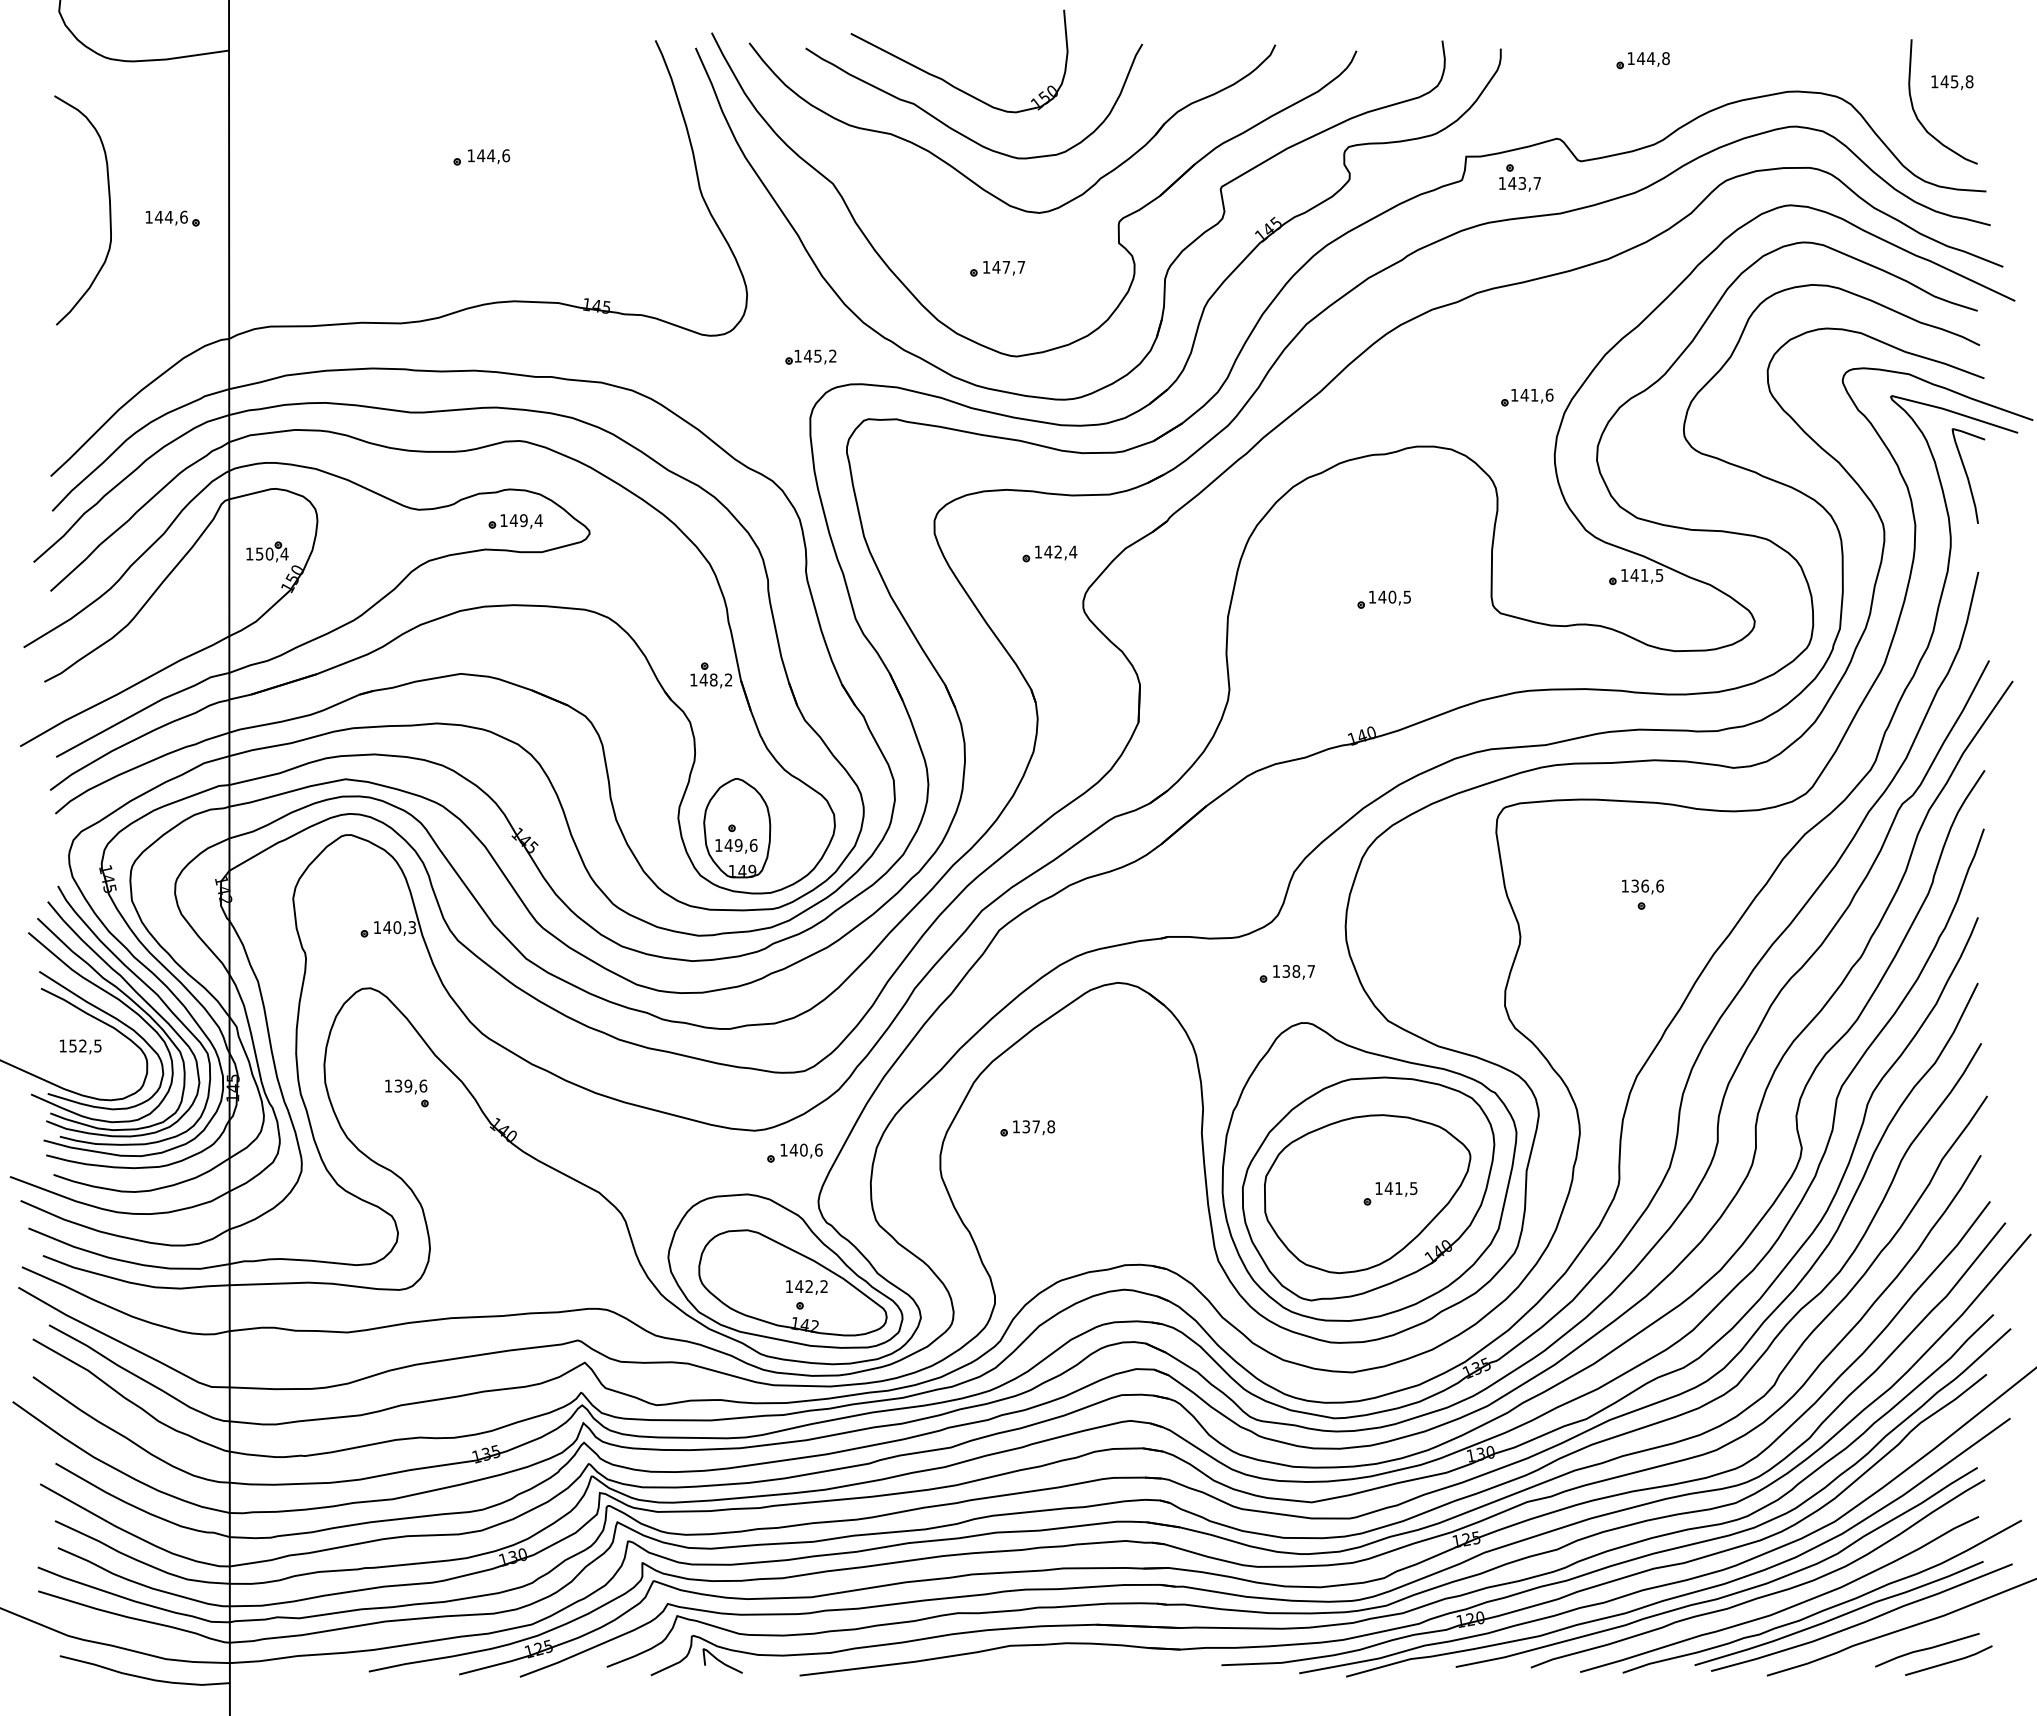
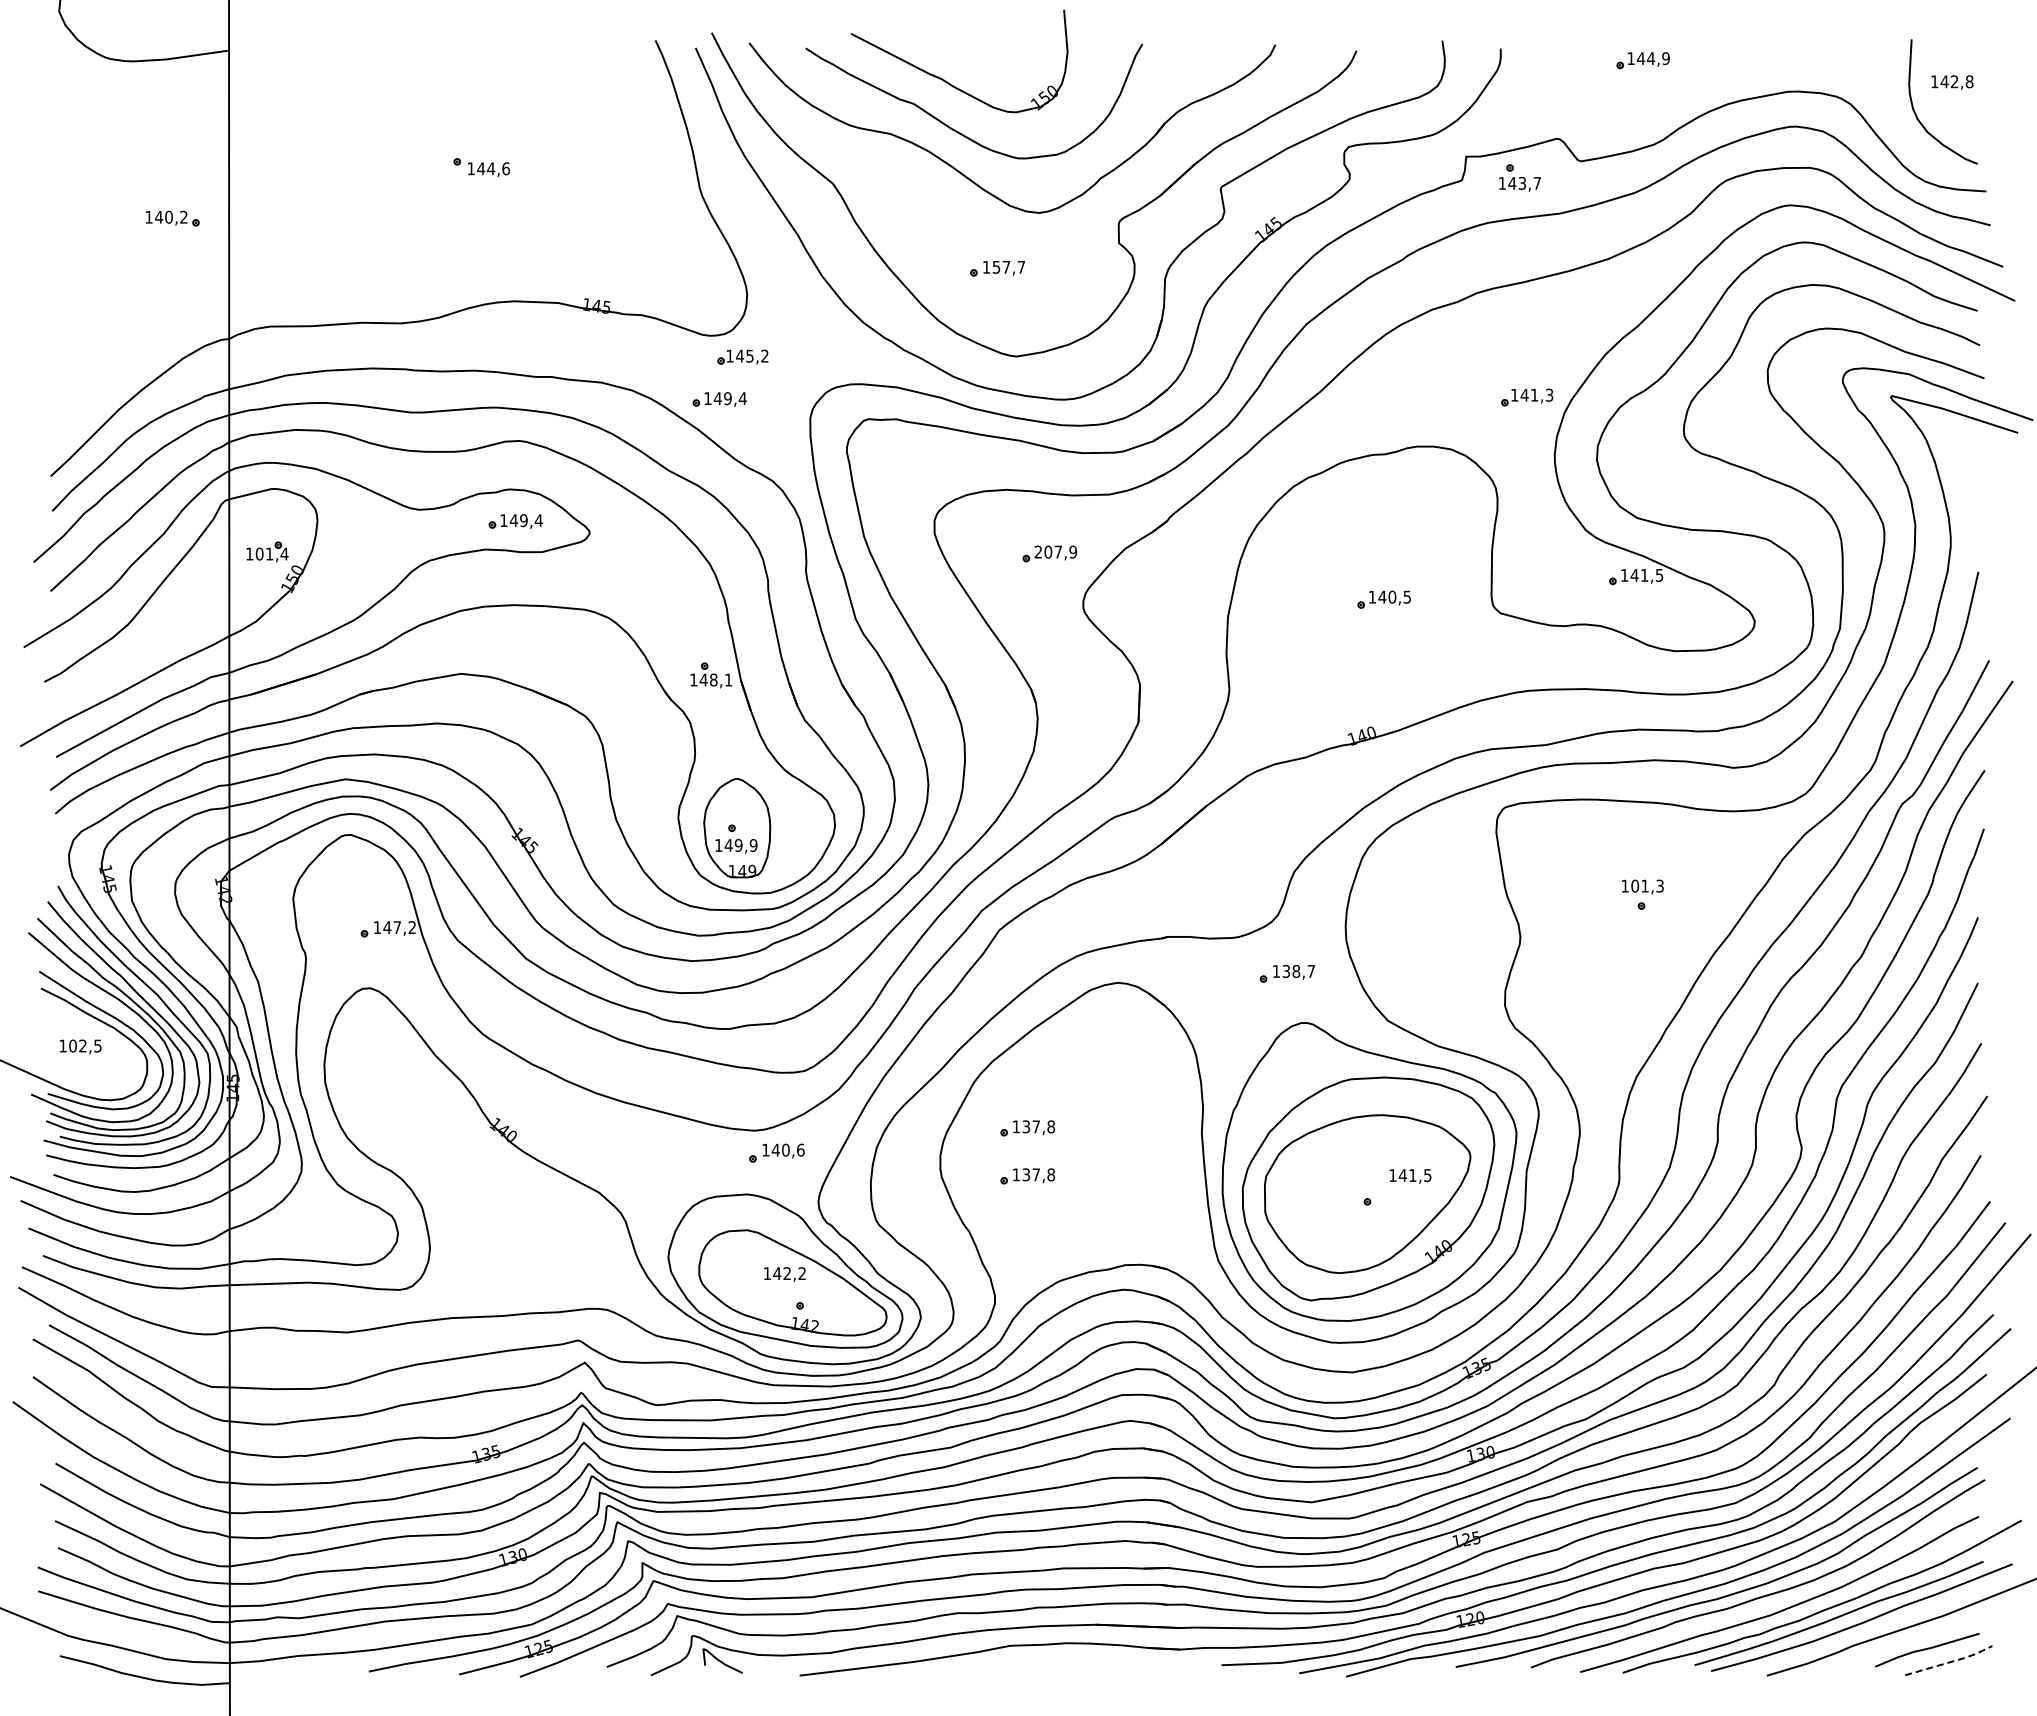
text at (1665, 58): 144,8 -> 144,9
text at (1954, 81): 145,8 -> 142,8
text at (489, 156) position: (489, 156) -> (489, 169)
curve at (109, 210): present -> none
text at (175, 216): 144,6 -> 140,2
text at (996, 267): 147,7 -> 157,7
part at (810, 356) position: (810, 356) -> (742, 356)
text at (1549, 394): 141,6 -> 141,3
part at (719, 399): none -> present
curve at (1967, 475): present -> none
text at (1055, 551): 142,4 -> 207,9
text at (264, 553): 150,4 -> 101,4
text at (728, 679): 148,2 -> 148,1
text at (753, 845): 149,6 -> 149,9
text at (1647, 885): 136,6 -> 101,3
text at (404, 927): 140,3 -> 147,2
text at (72, 1045): 152,5 -> 102,5
part at (406, 1093): present -> none
part at (794, 1152) position: (794, 1152) -> (776, 1152)
part at (1027, 1176): none -> present
text at (1396, 1189) position: (1396, 1189) -> (1410, 1176)
text at (806, 1287) position: (806, 1287) -> (784, 1274)
line at (1951, 1661): solid -> dashed
